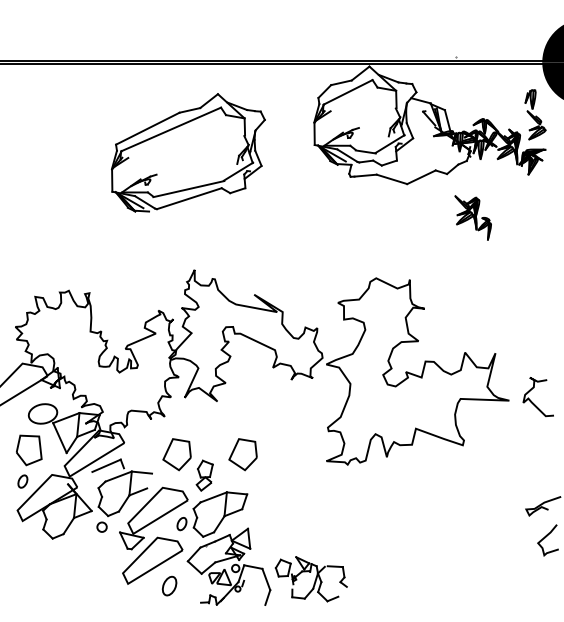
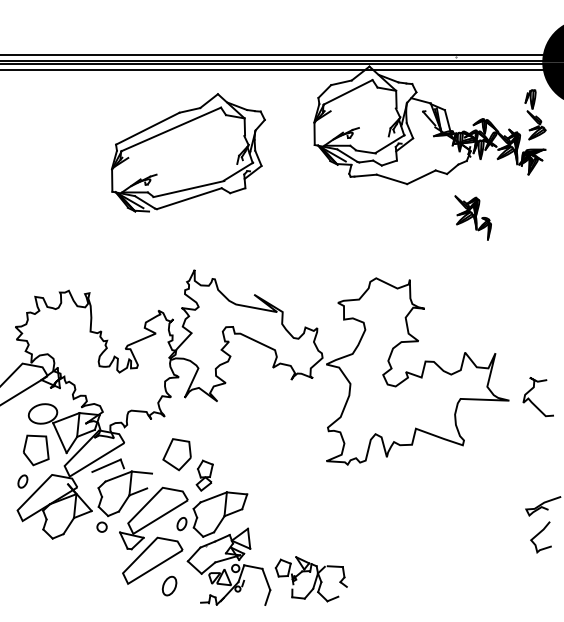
line at (281, 55): none -> present
line at (281, 69): none -> present
part at (29, 450) position: (29, 450) -> (36, 450)
part at (242, 454): present -> none
curve at (545, 538) position: (545, 538) -> (538, 535)
